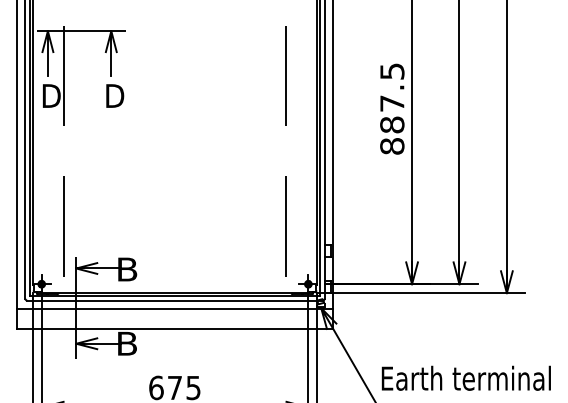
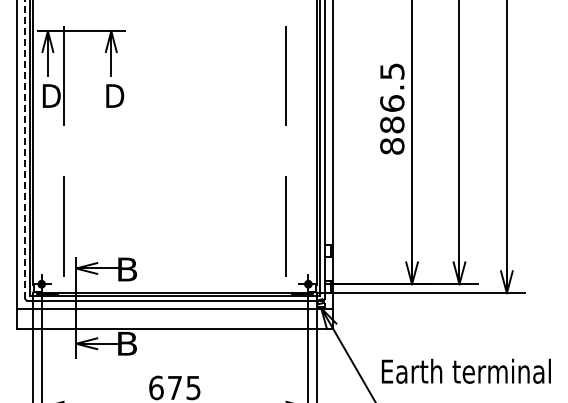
text at (392, 103): 887.5 -> 886.5
line at (25, 148): solid -> dashed
text at (465, 377) position: (465, 377) -> (465, 370)
